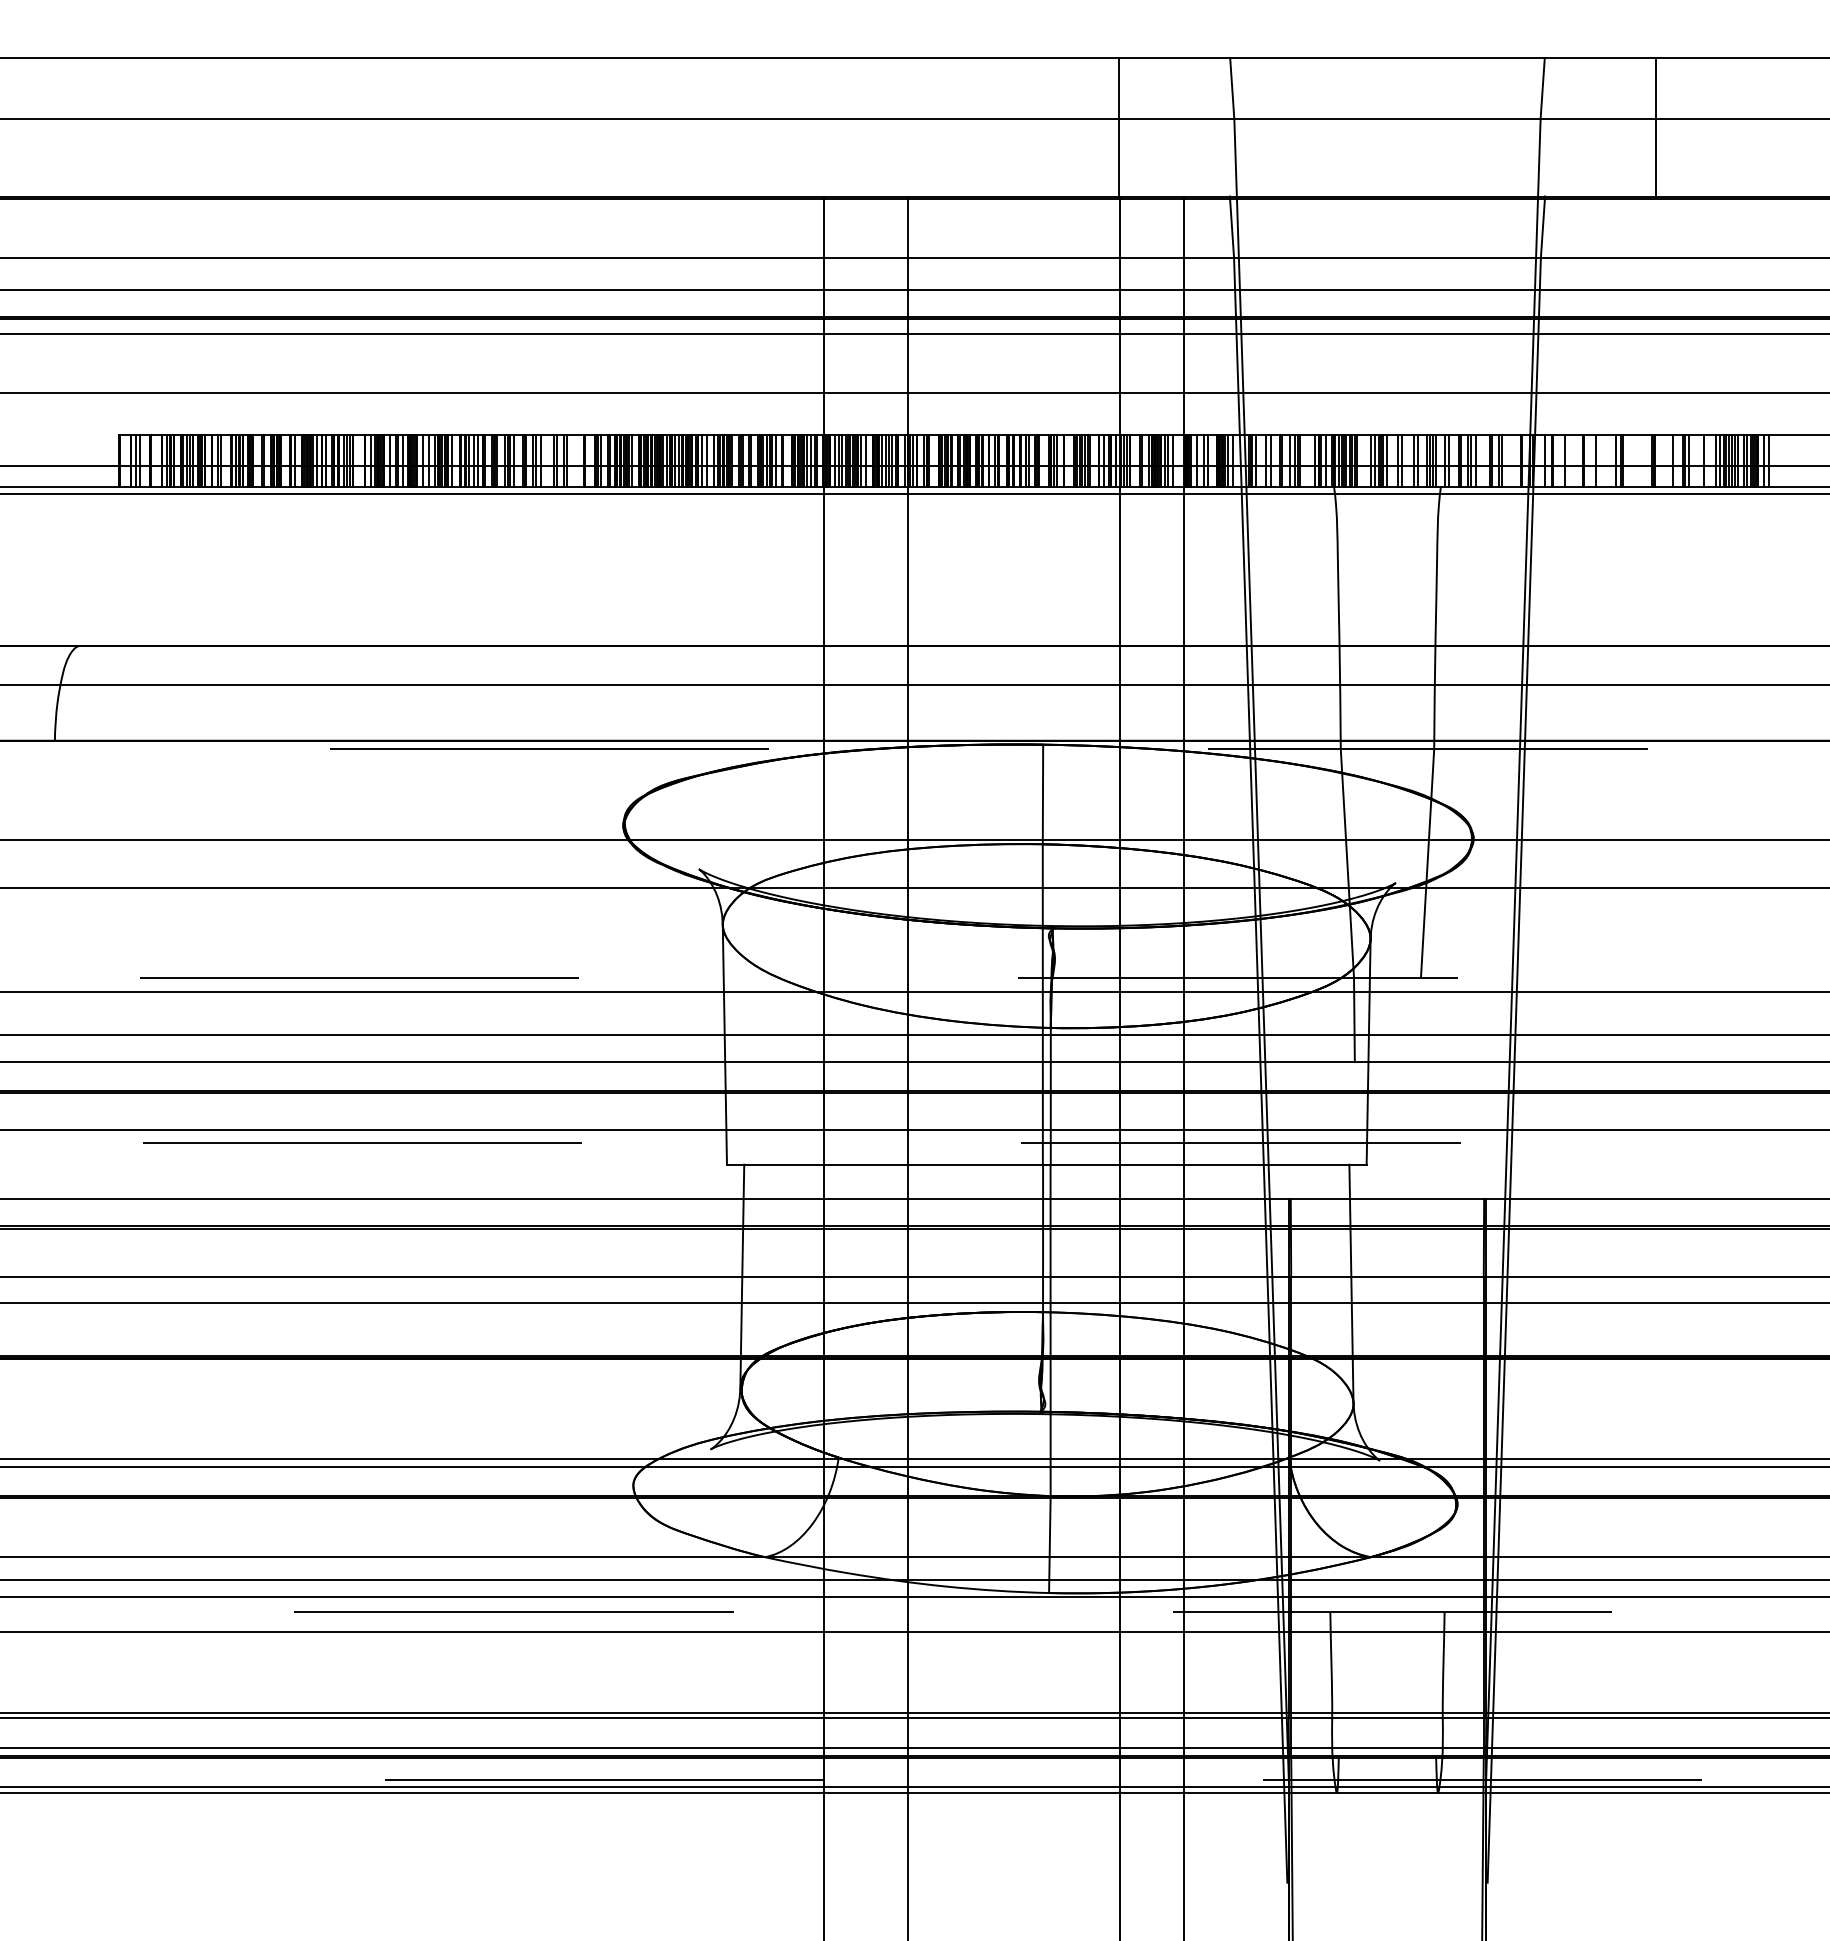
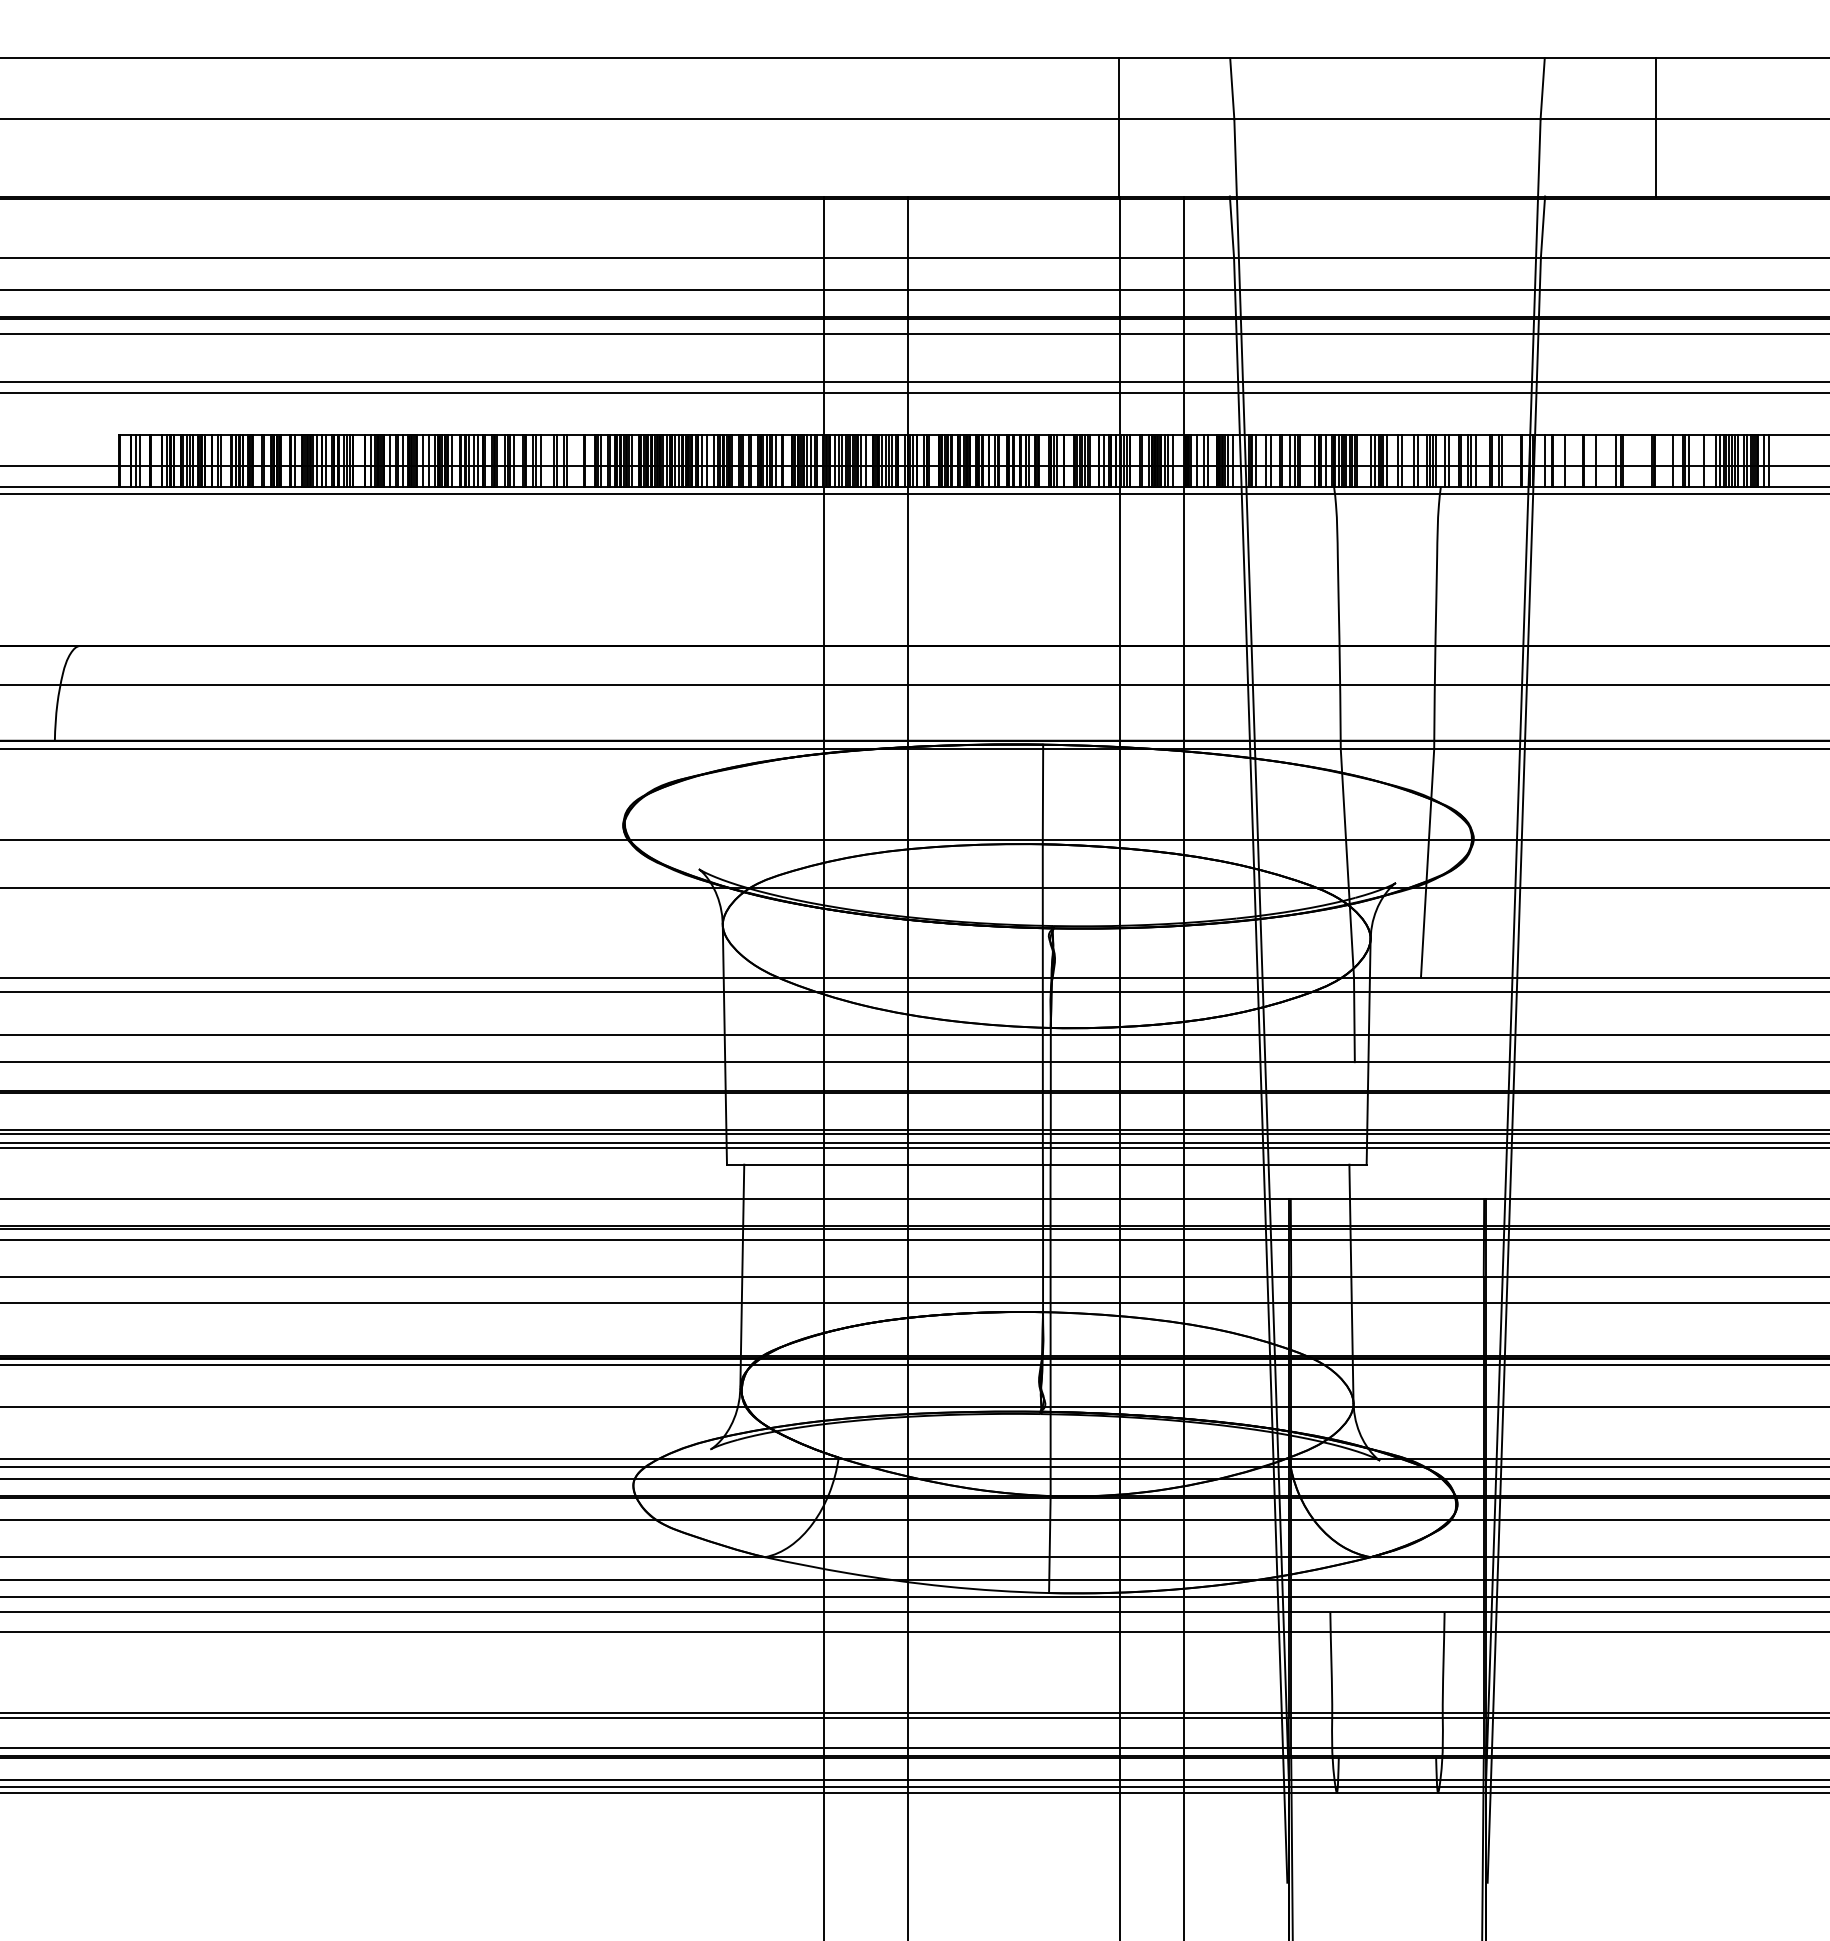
line at (914, 381): none -> present
line at (915, 749): dashed -> solid
line at (914, 977): dashed -> solid
line at (914, 1134): none -> present
line at (914, 1142): dashed -> solid
line at (914, 1147): none -> present
line at (914, 1240): none -> present
line at (914, 1364): none -> present
line at (914, 1406): none -> present
line at (914, 1478): none -> present
line at (914, 1519): none -> present
line at (914, 1612): dashed -> solid
line at (914, 1779): dashed -> solid
